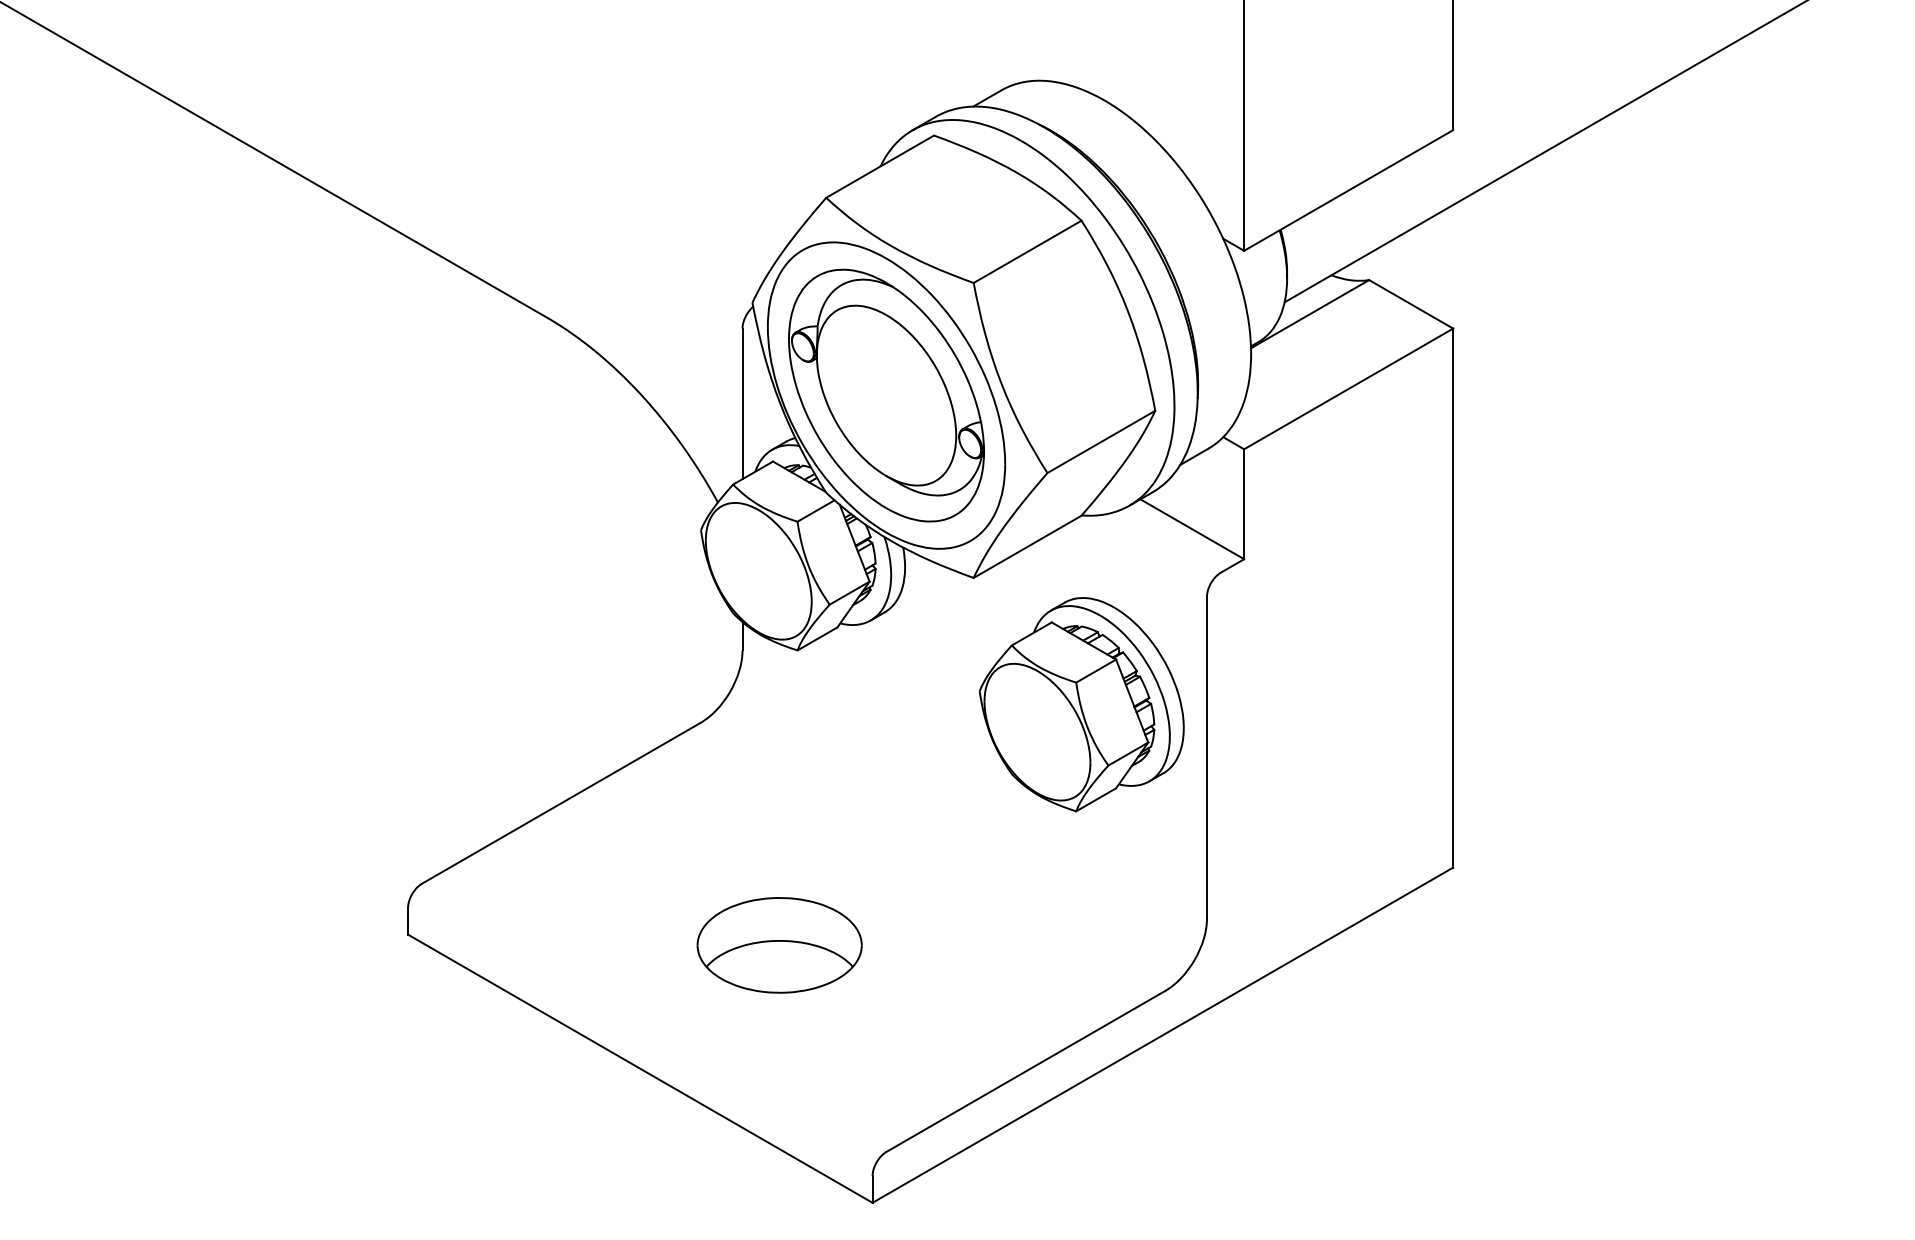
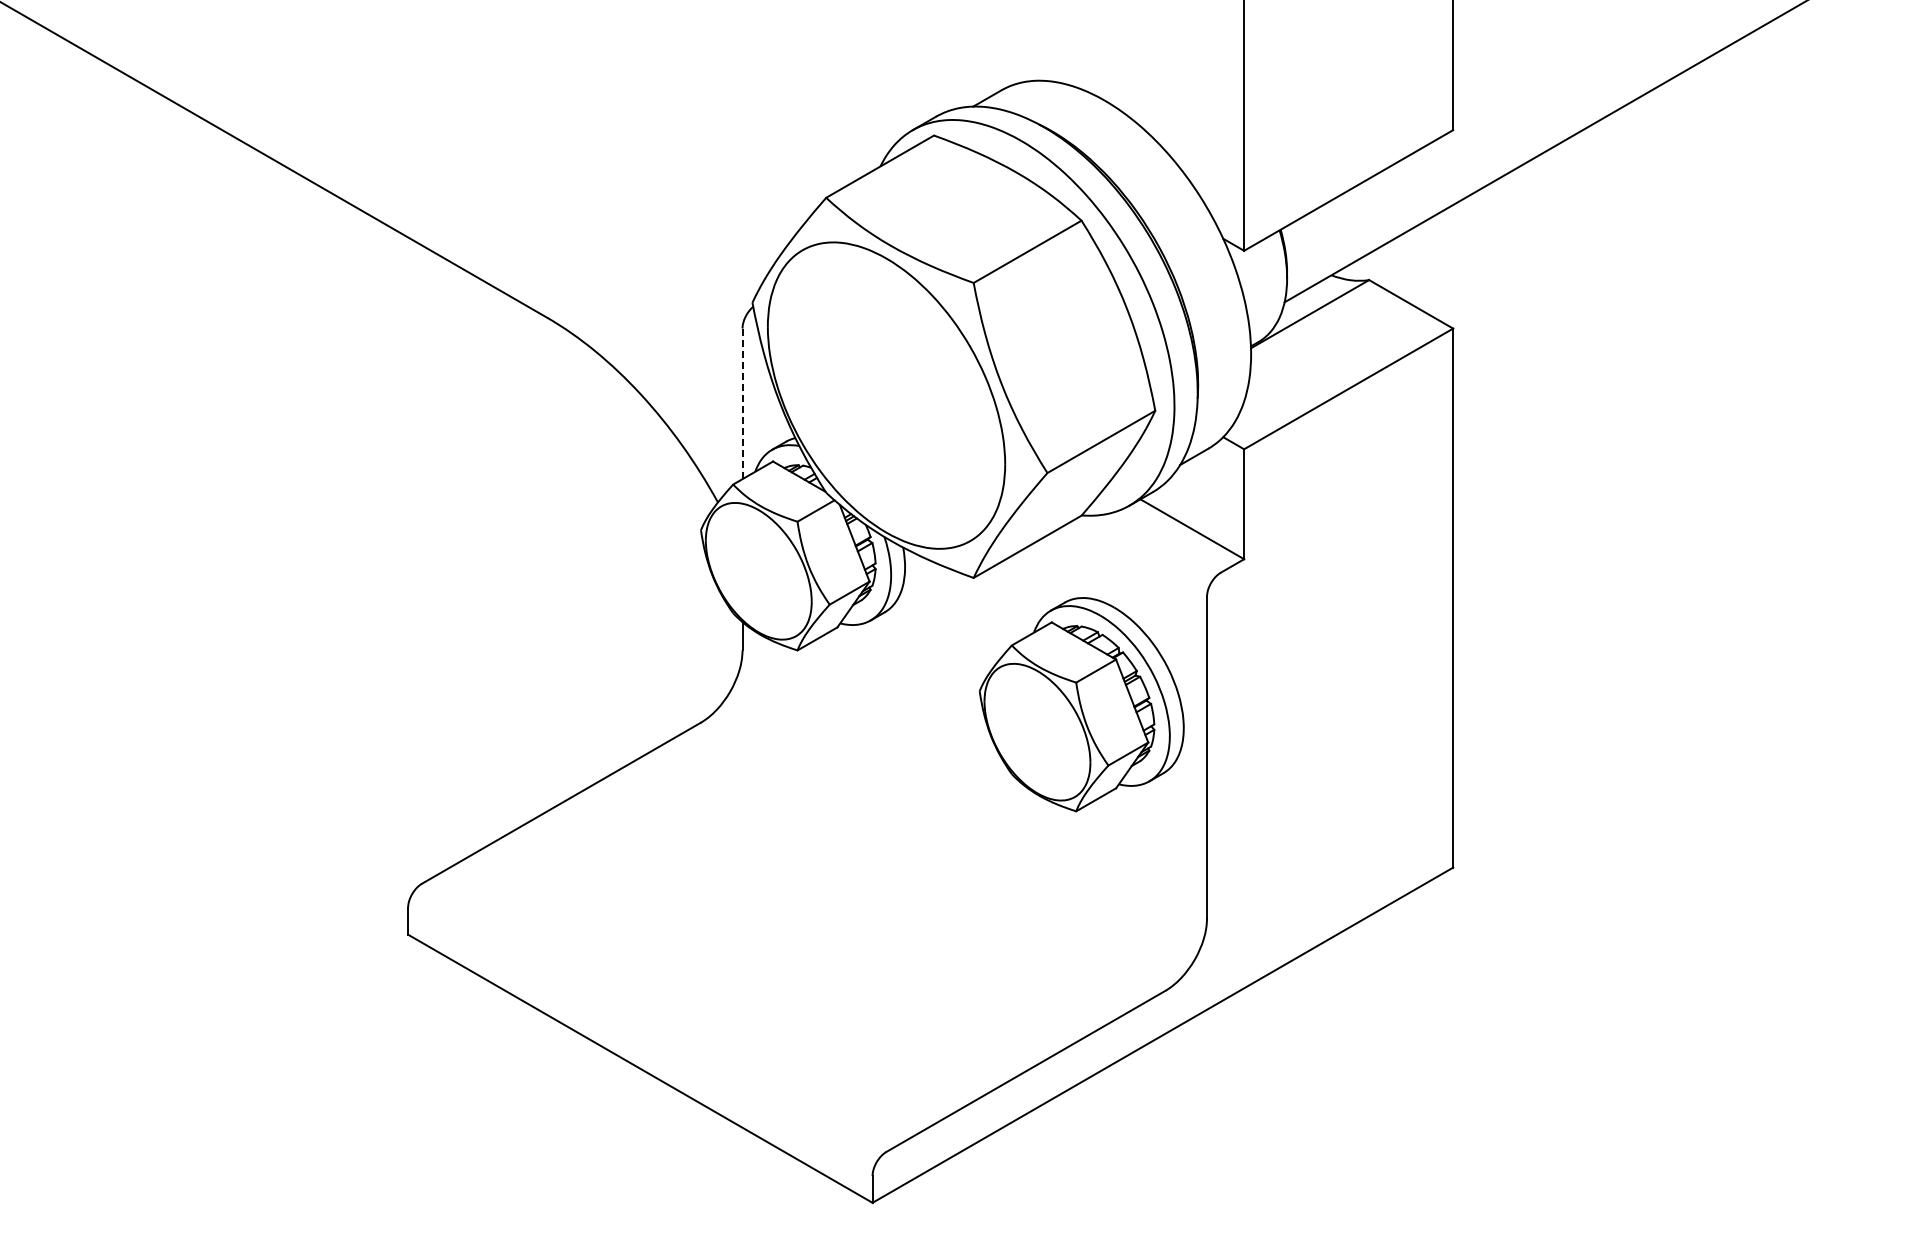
part at (886, 395): present -> none
line at (742, 403): solid -> dashed
part at (779, 945): present -> none
